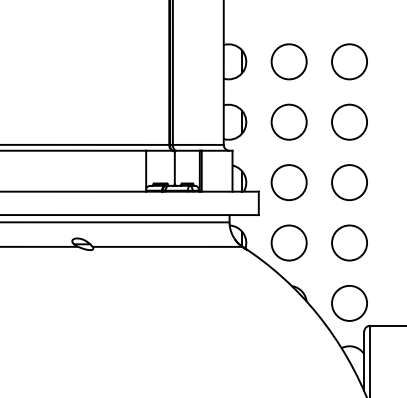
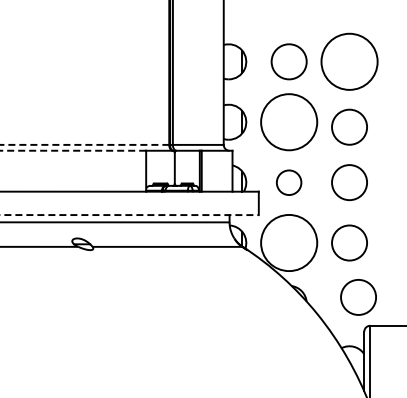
circle at (349, 61) diameter: 35 px -> 56 px
circle at (288, 121) diameter: 35 px -> 56 px
circle at (349, 121) position: (349, 121) -> (349, 126)
line at (85, 144): solid -> dashed
line at (73, 150): solid -> dashed
circle at (288, 182) size: 38x38 px -> 27x27 px
line at (130, 215): solid -> dashed
circle at (288, 242) diameter: 35 px -> 56 px
circle at (349, 303) position: (349, 303) -> (358, 297)
